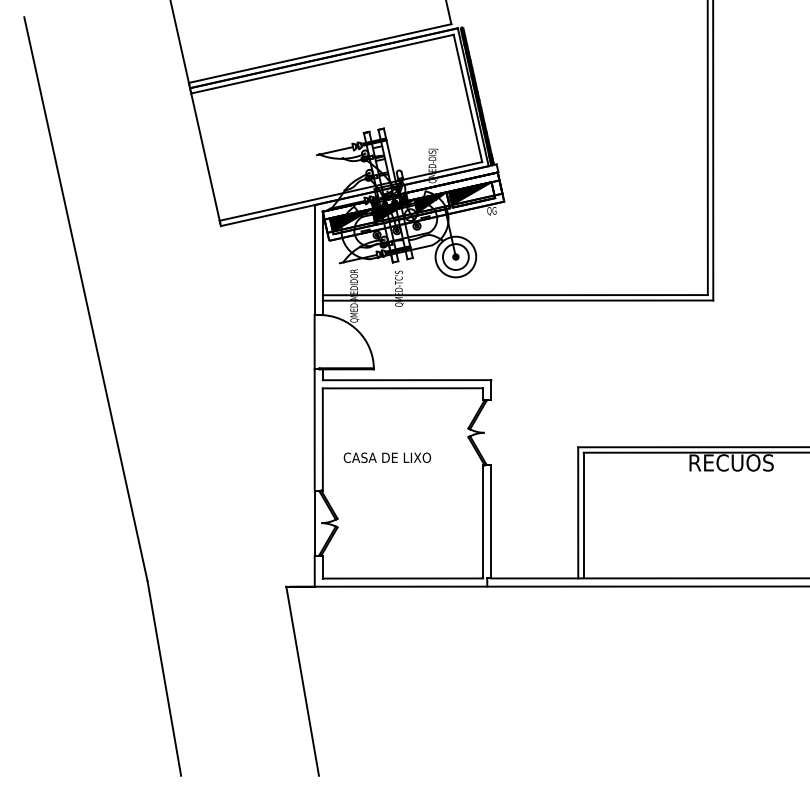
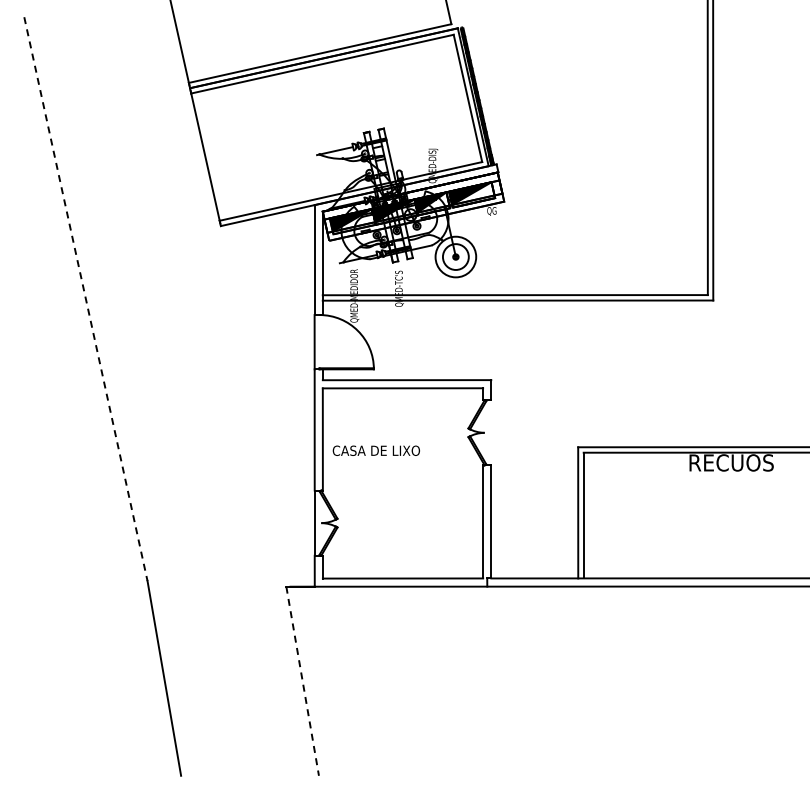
line at (85, 299): solid -> dashed
text at (386, 457) position: (386, 457) -> (375, 450)
line at (302, 681): solid -> dashed
